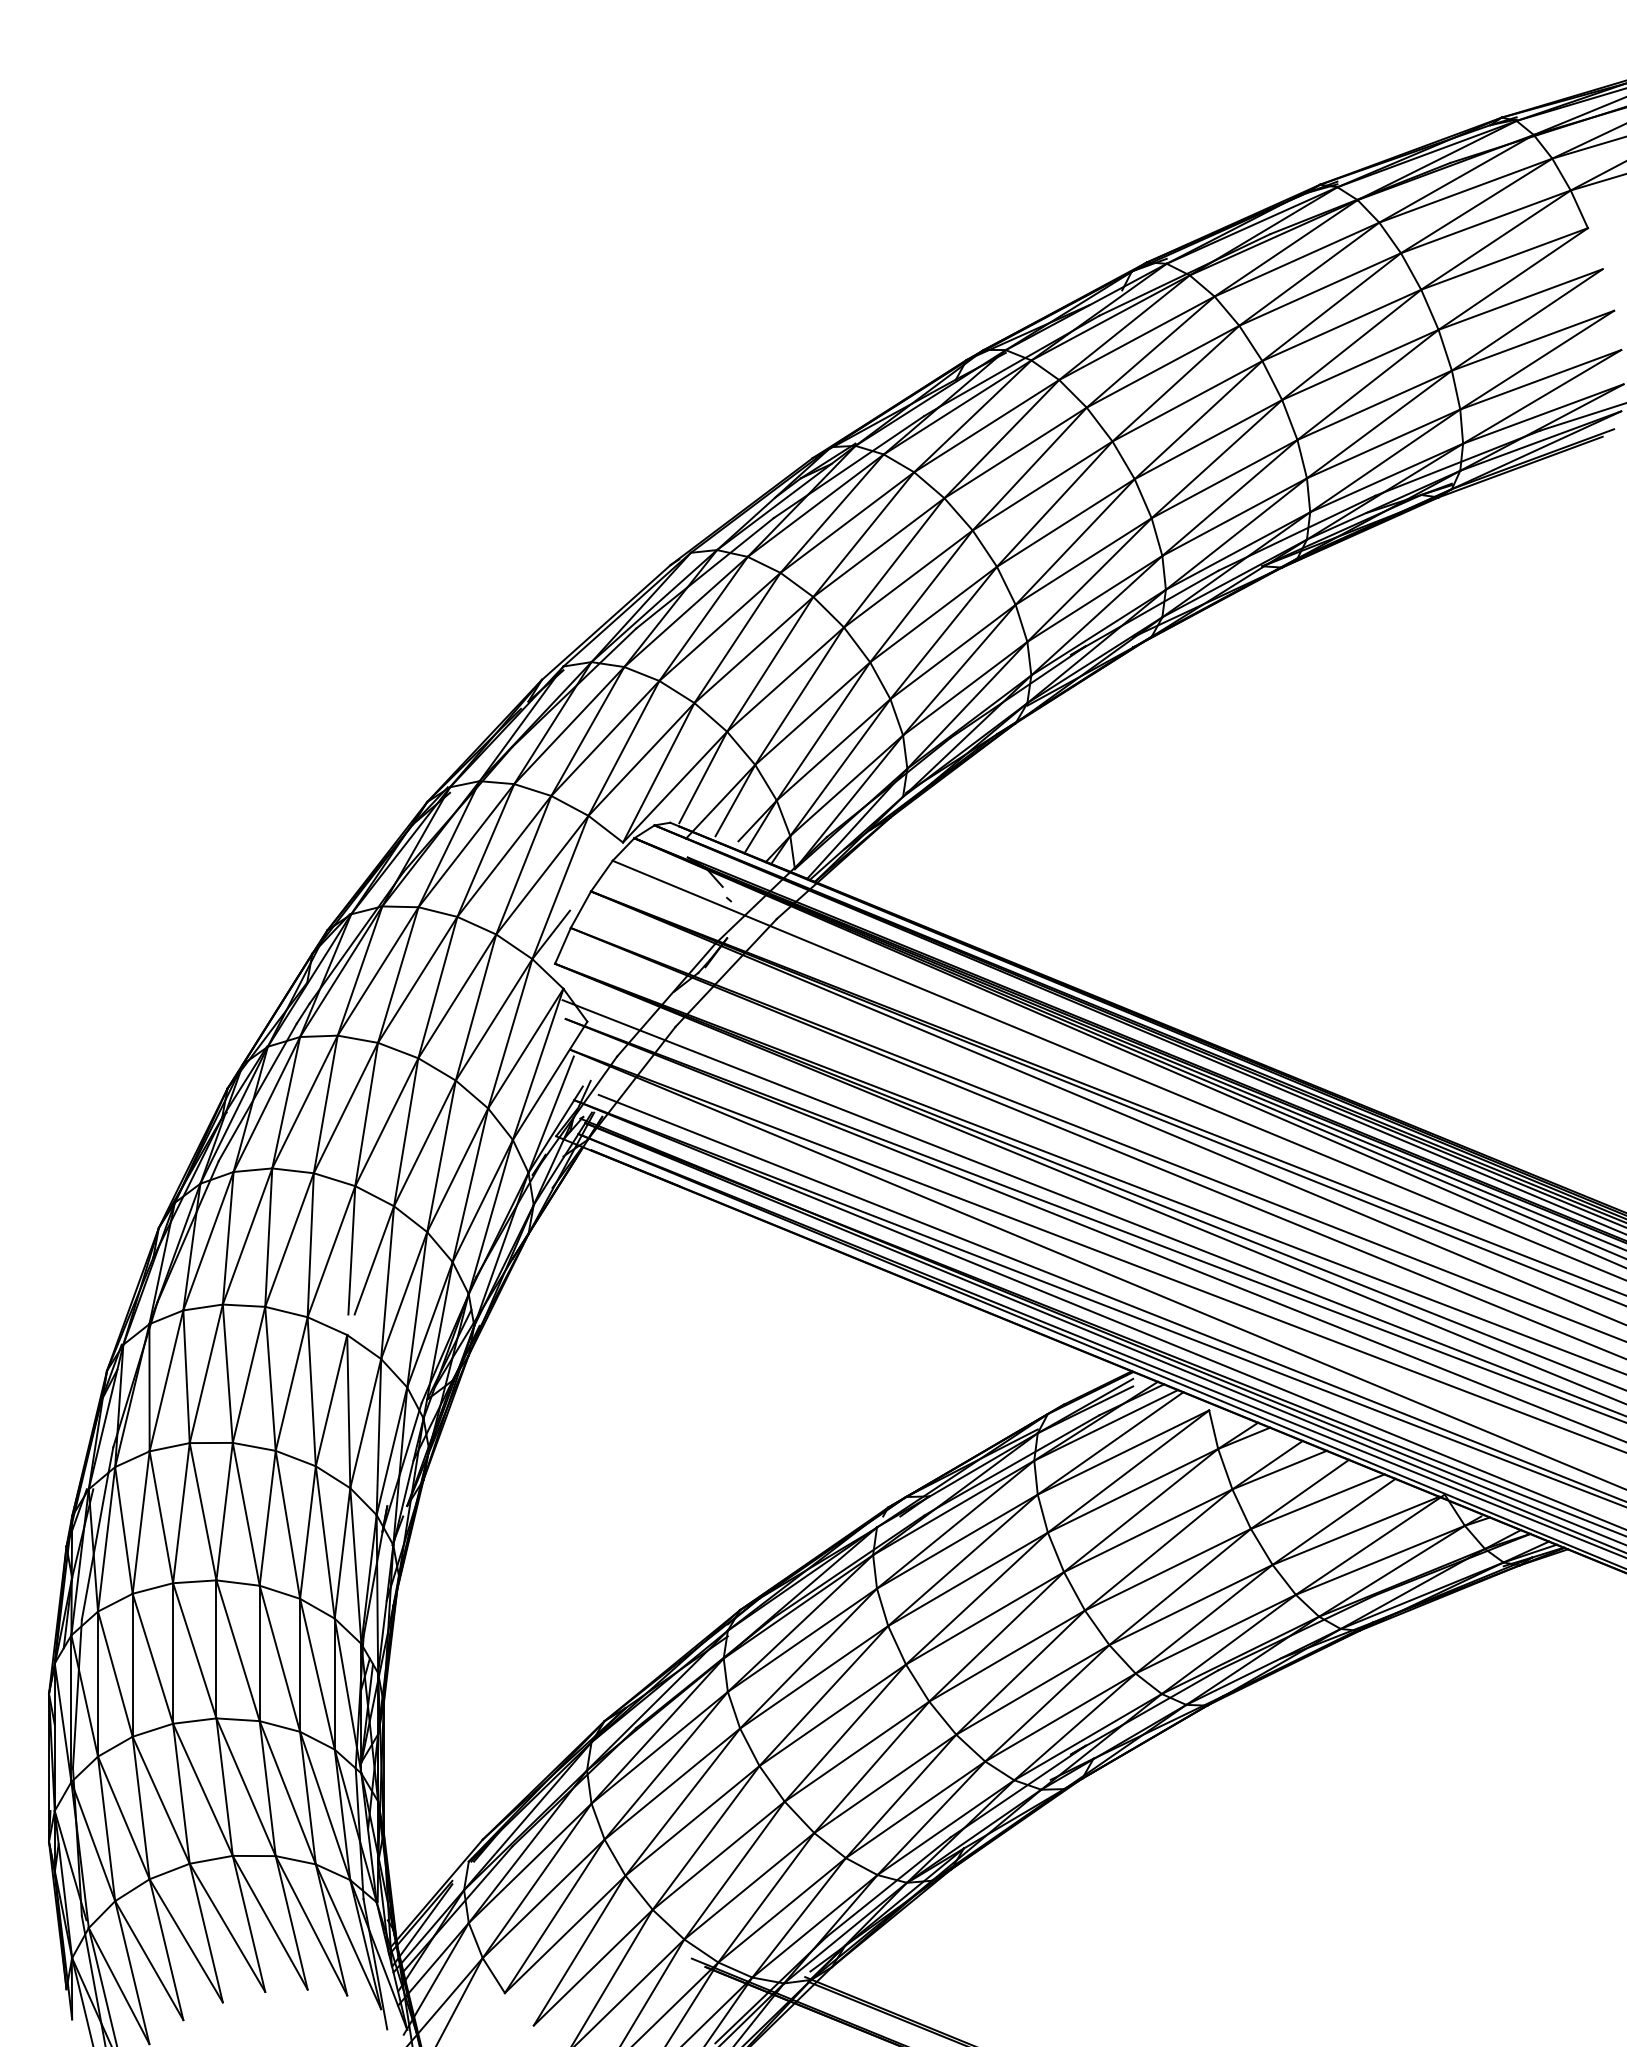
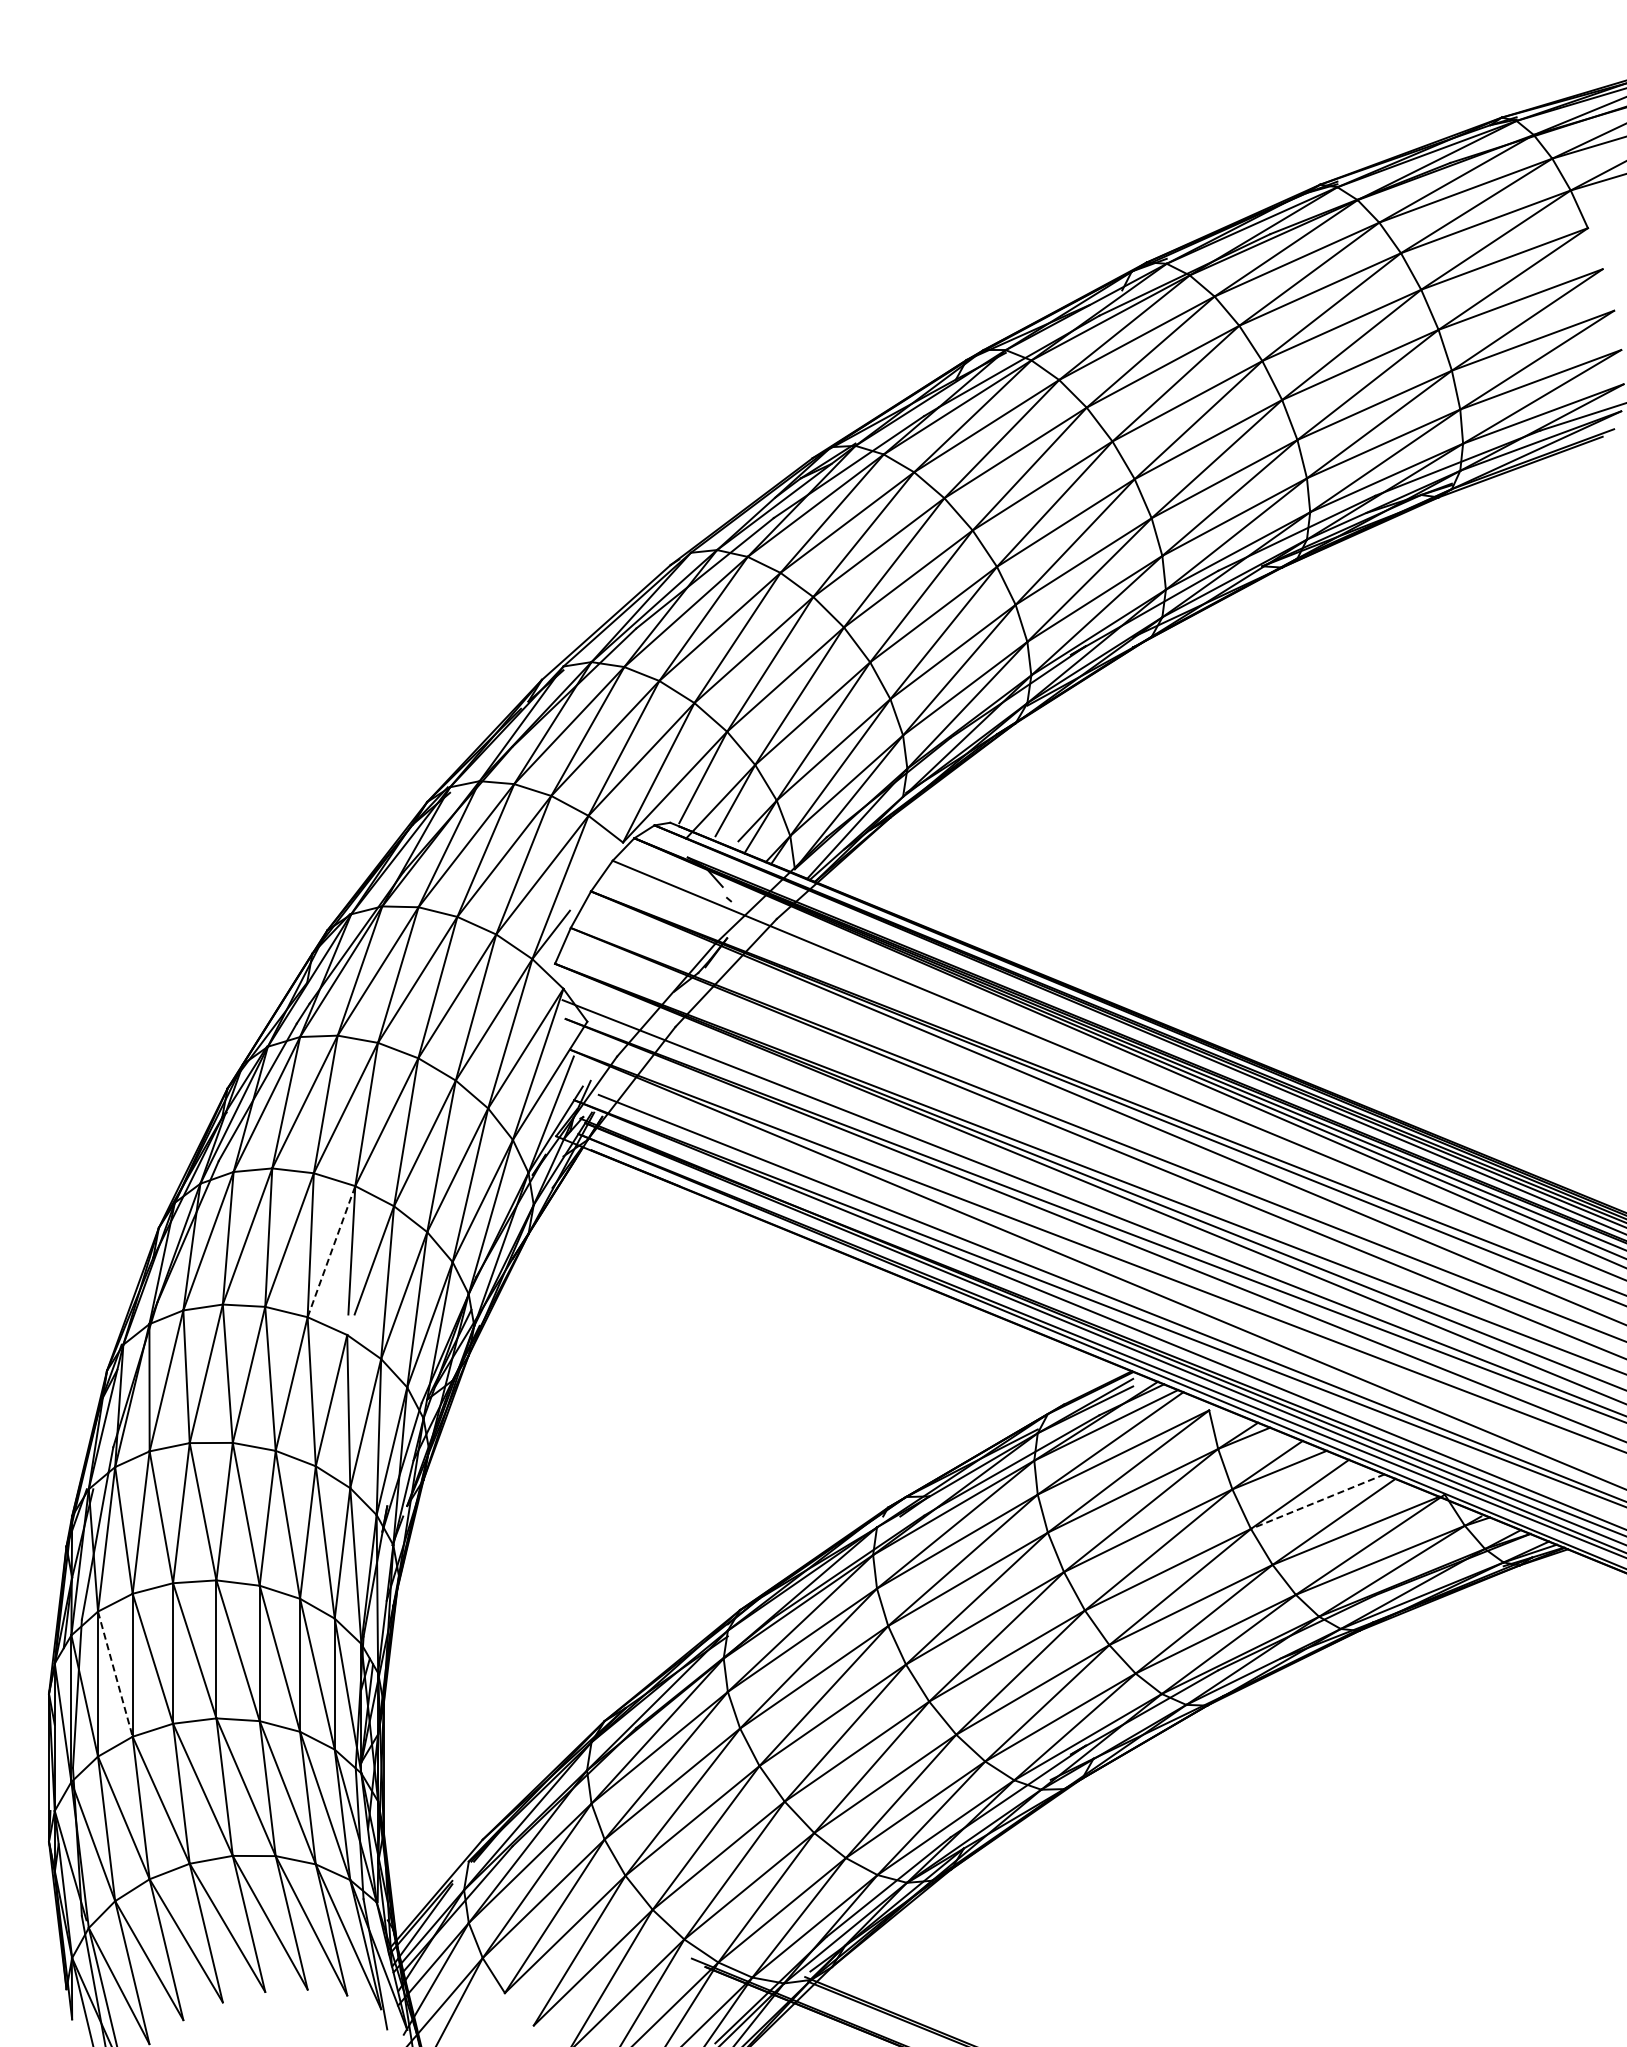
line at (331, 1251): solid -> dashed
line at (1317, 1501): solid -> dashed
line at (115, 1674): solid -> dashed
